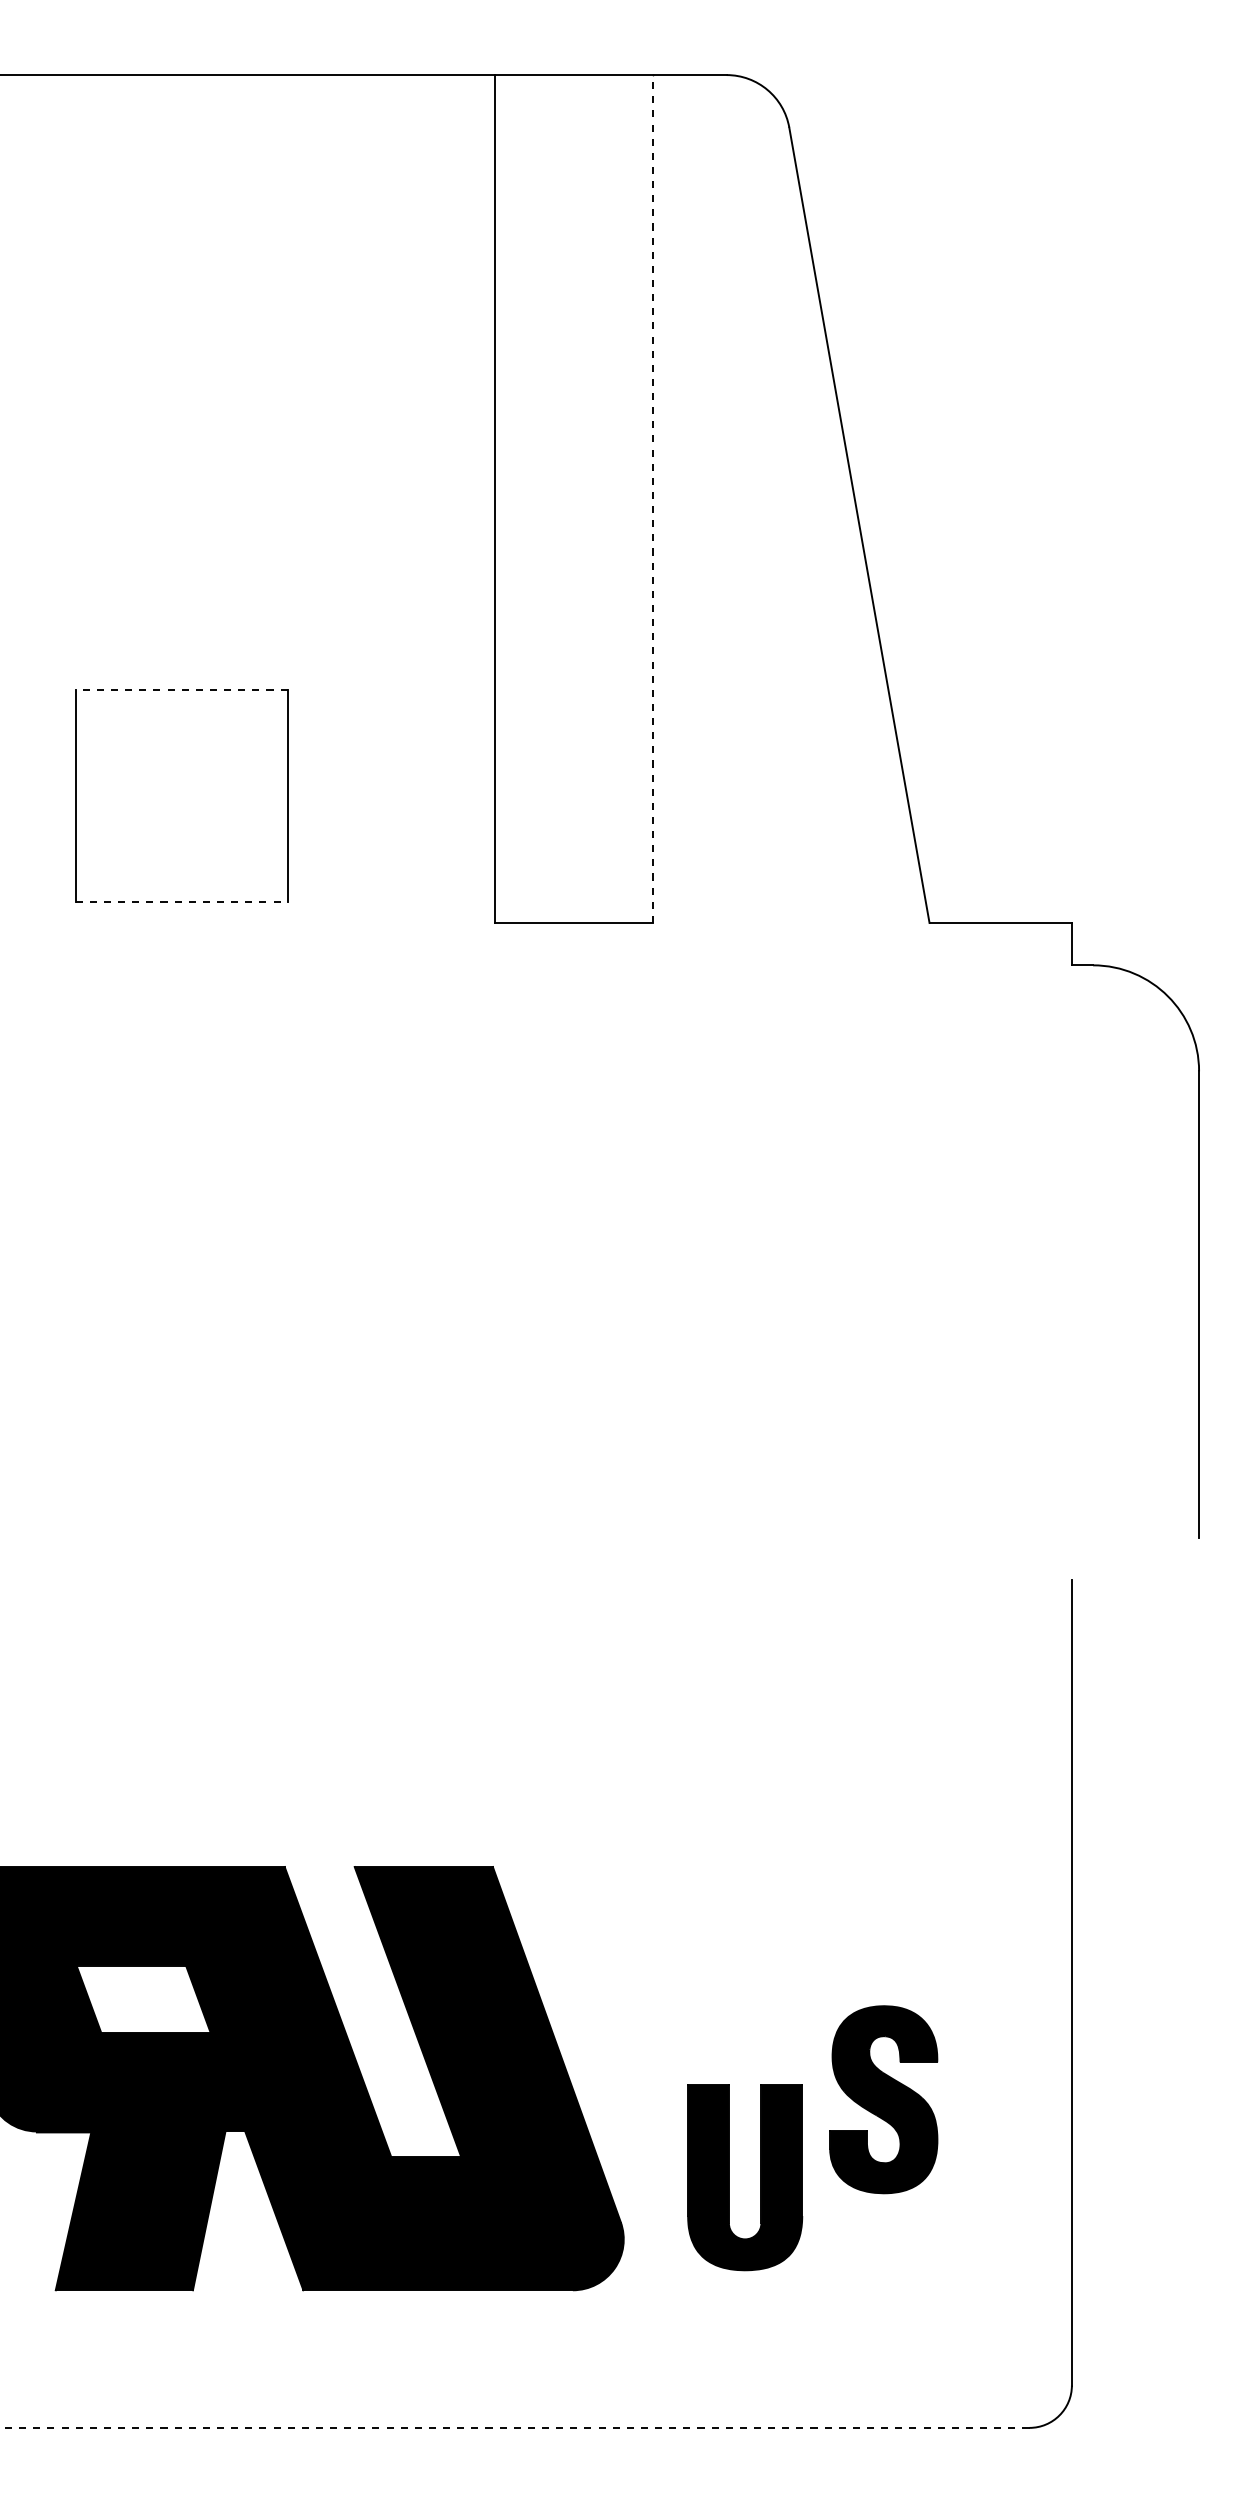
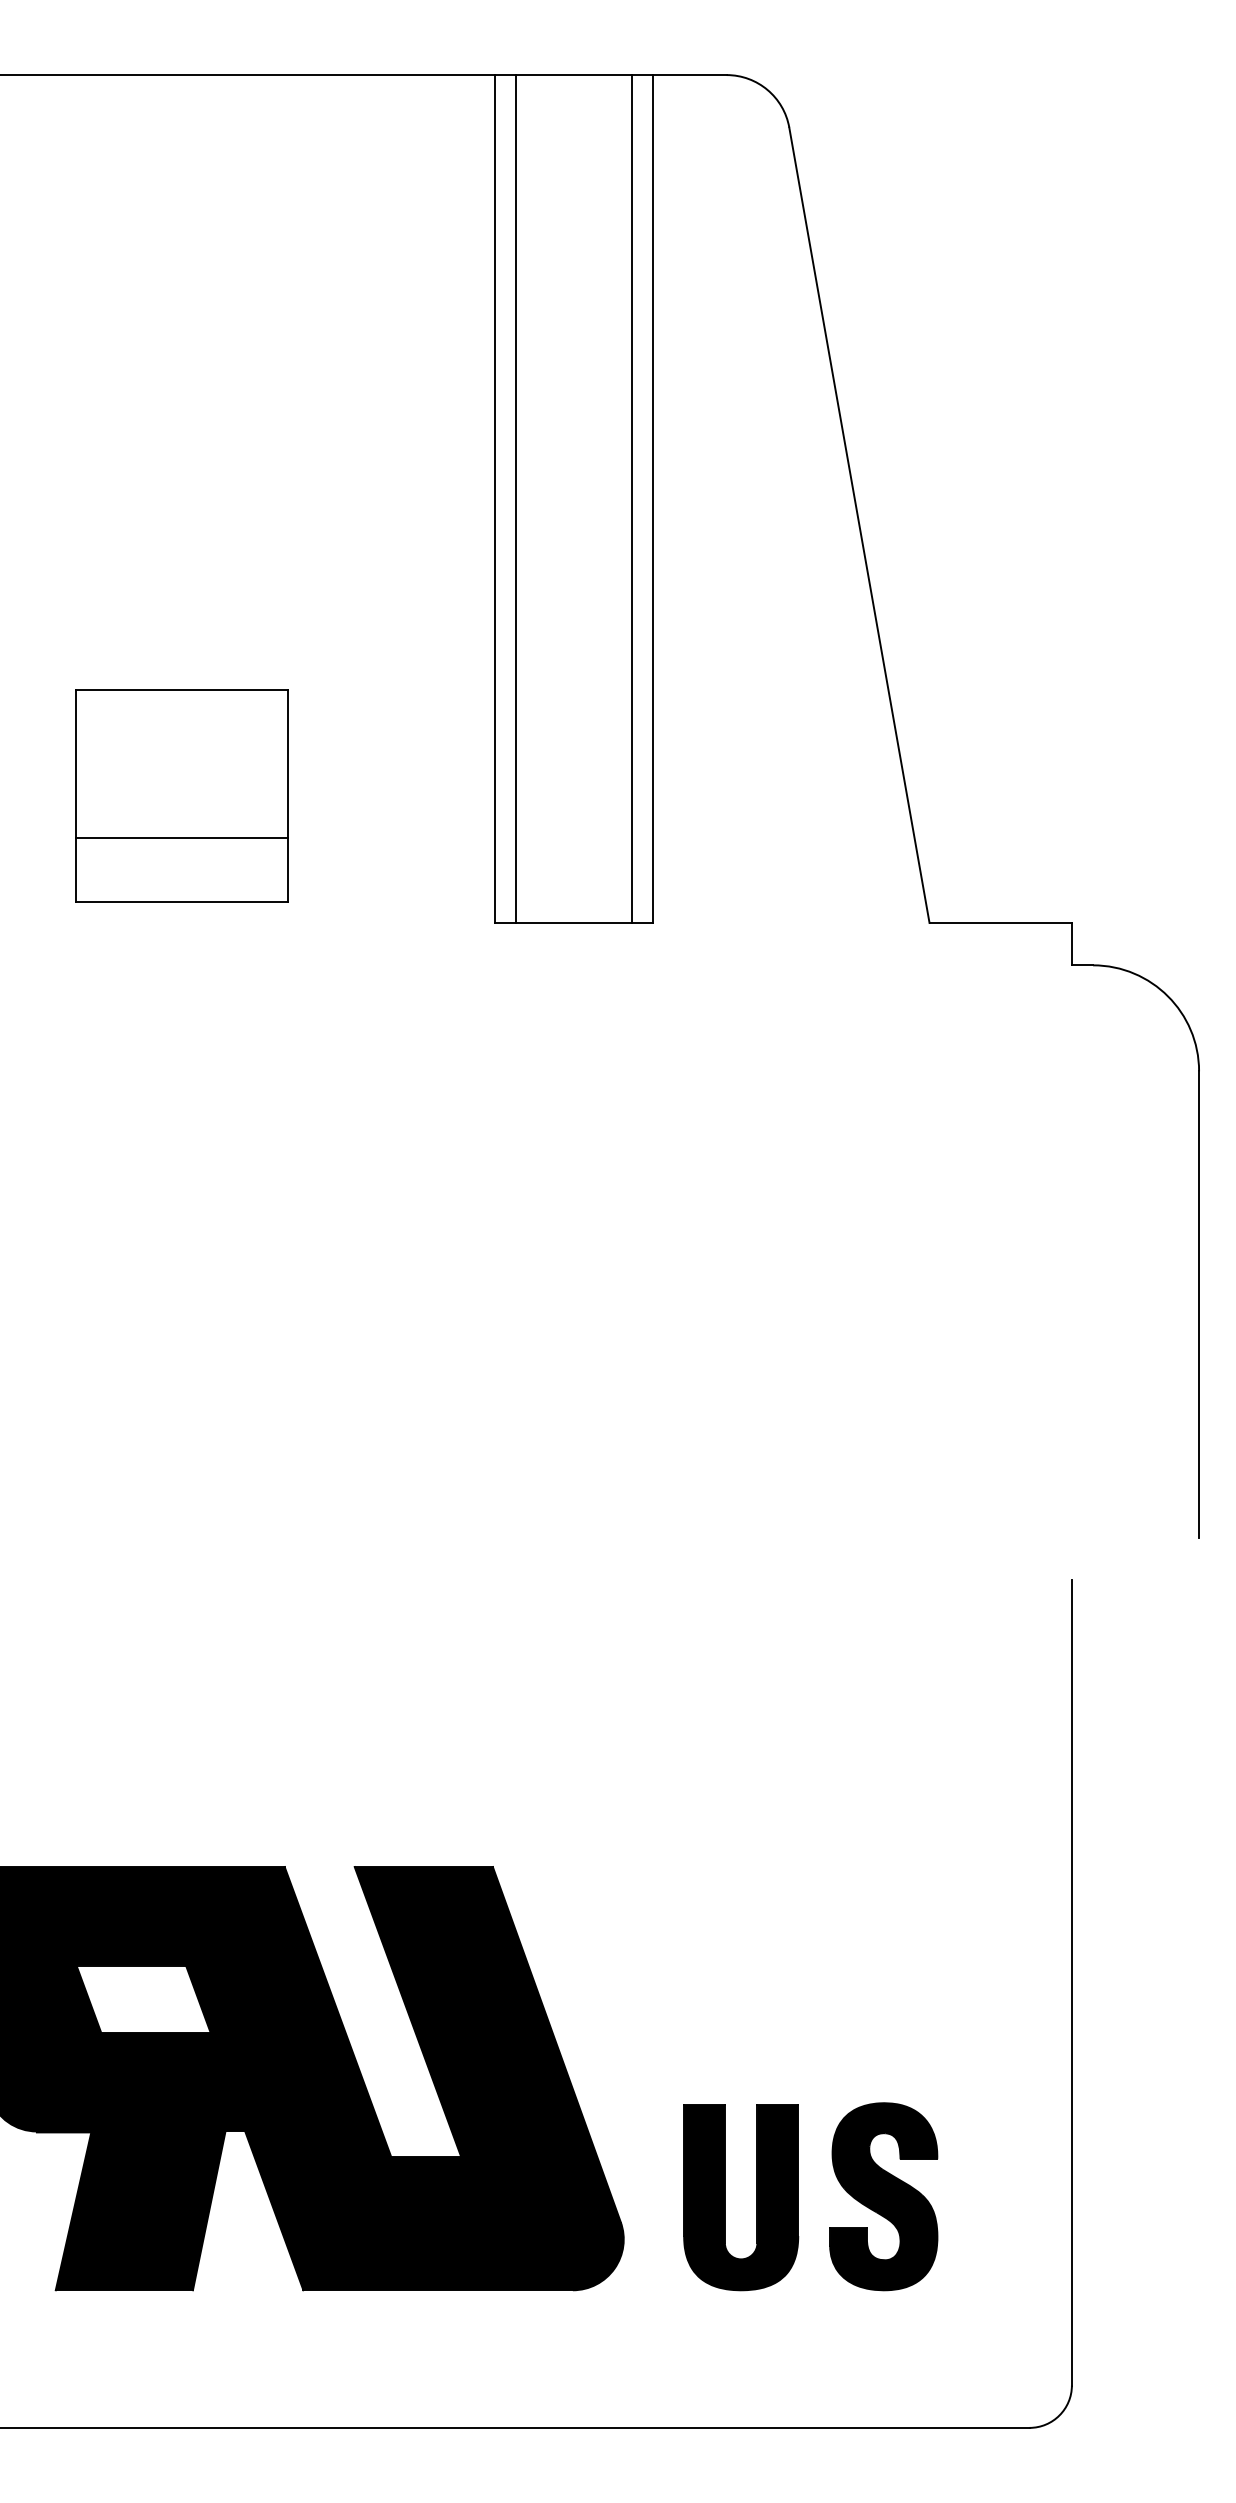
line at (515, 498): none -> present
line at (631, 498): none -> present
line at (652, 499): dashed -> solid
line at (181, 689): dashed -> solid
line at (181, 838): none -> present
line at (181, 901): dashed -> solid
part at (883, 2099) position: (883, 2099) -> (883, 2196)
part at (760, 2177) position: (760, 2177) -> (756, 2197)
line at (514, 2427): dashed -> solid
